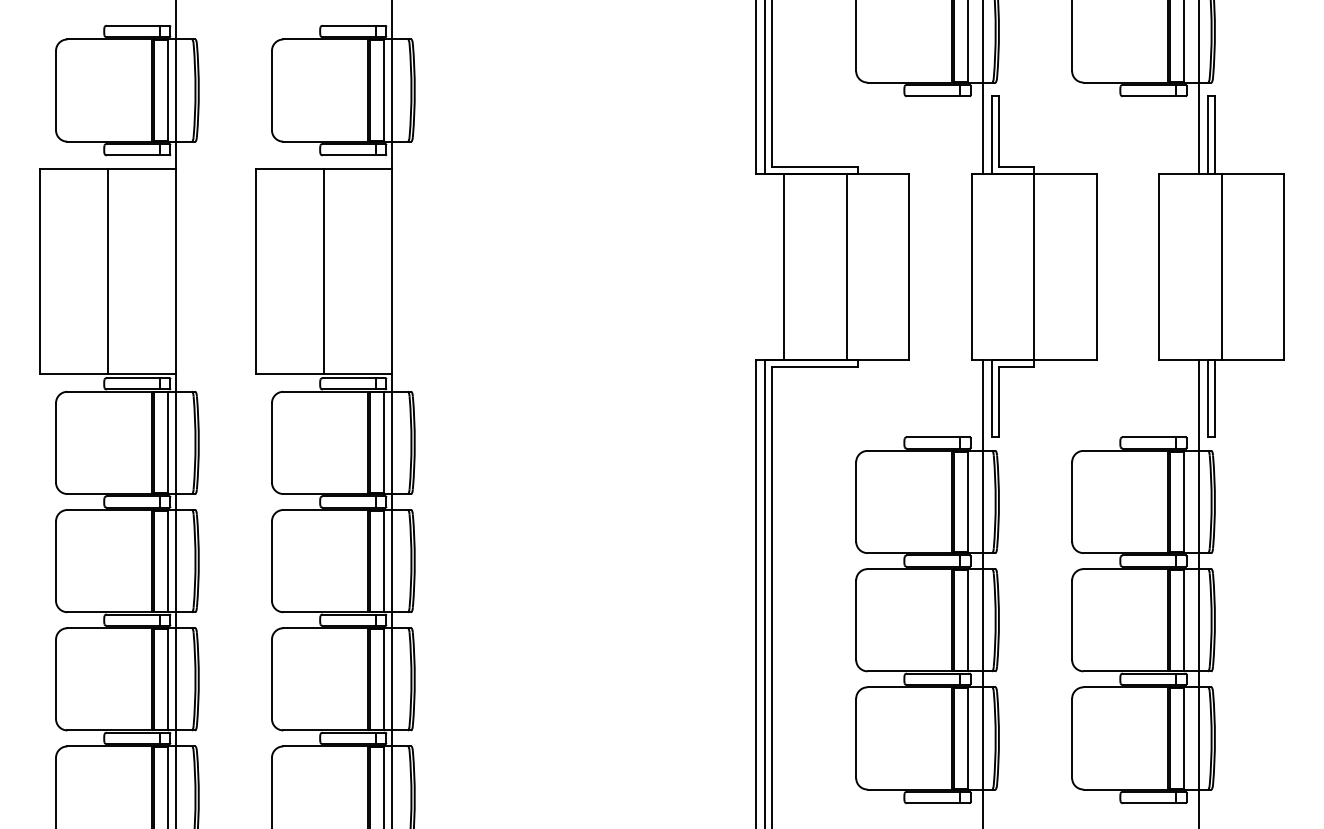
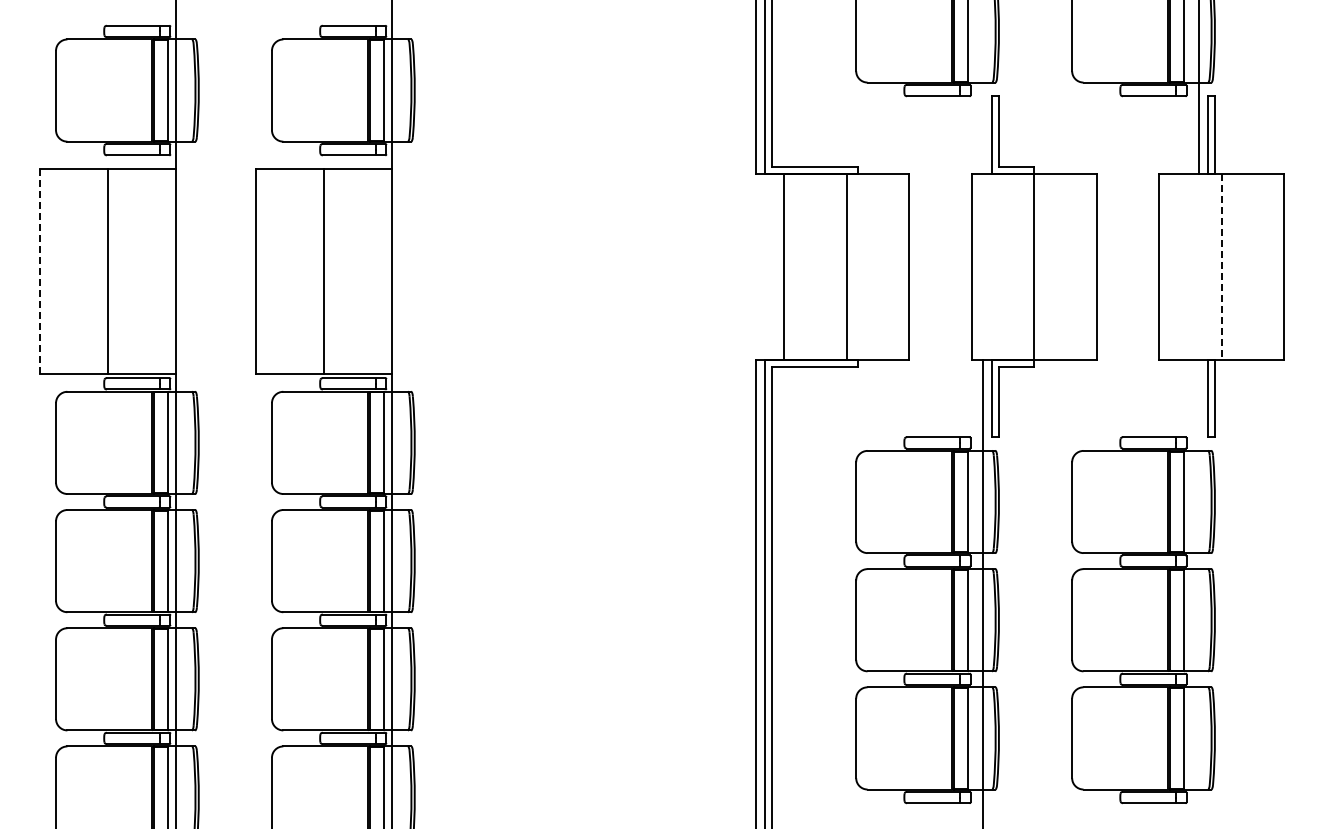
line at (983, 87): present -> none
line at (1221, 267): solid -> dashed
line at (39, 271): solid -> dashed
line at (1199, 592): present -> none
